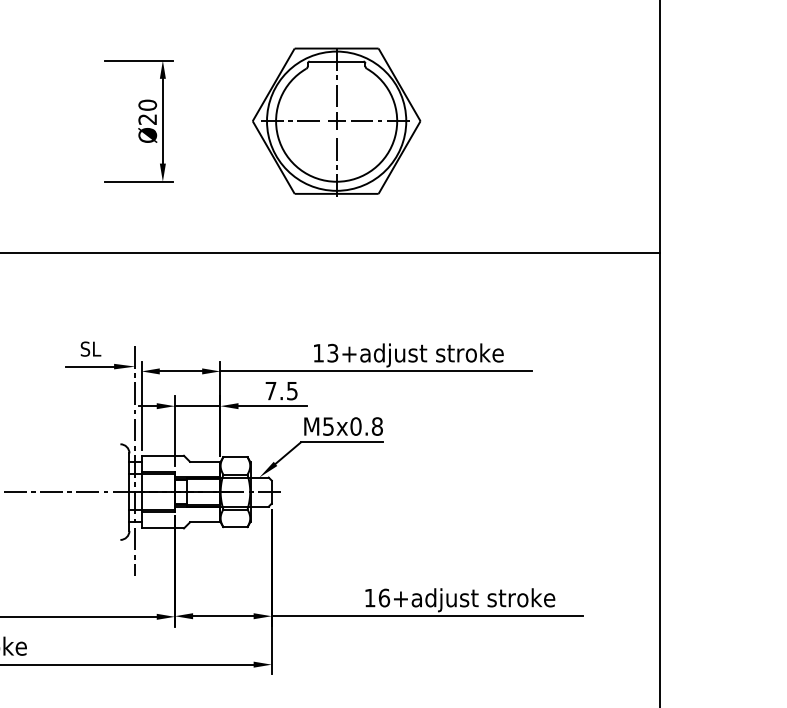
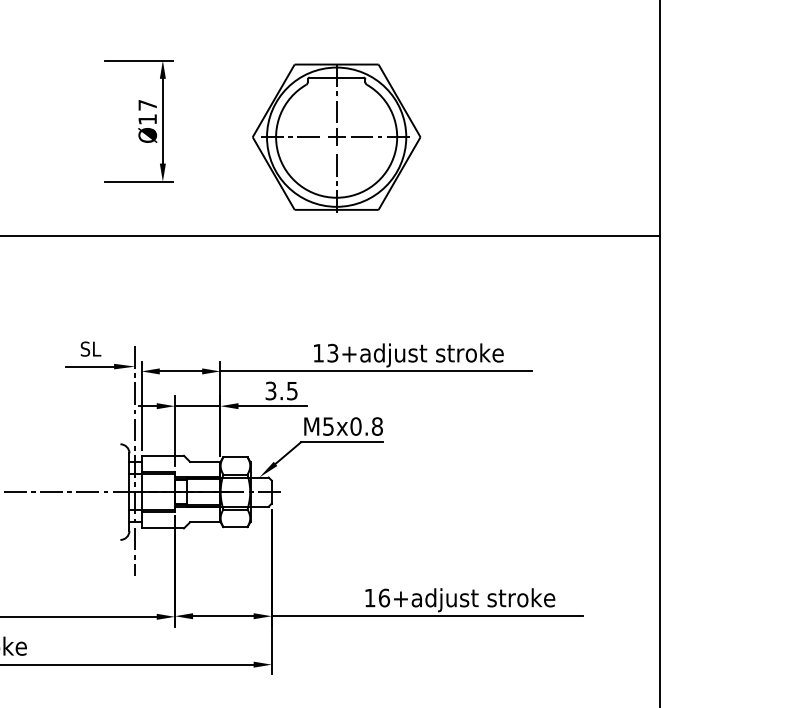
text at (147, 111): Ø20 -> Ø17
part at (336, 121) position: (336, 121) -> (336, 137)
line at (330, 252) position: (330, 252) -> (330, 235)
text at (270, 390): 7.5 -> 3.5
